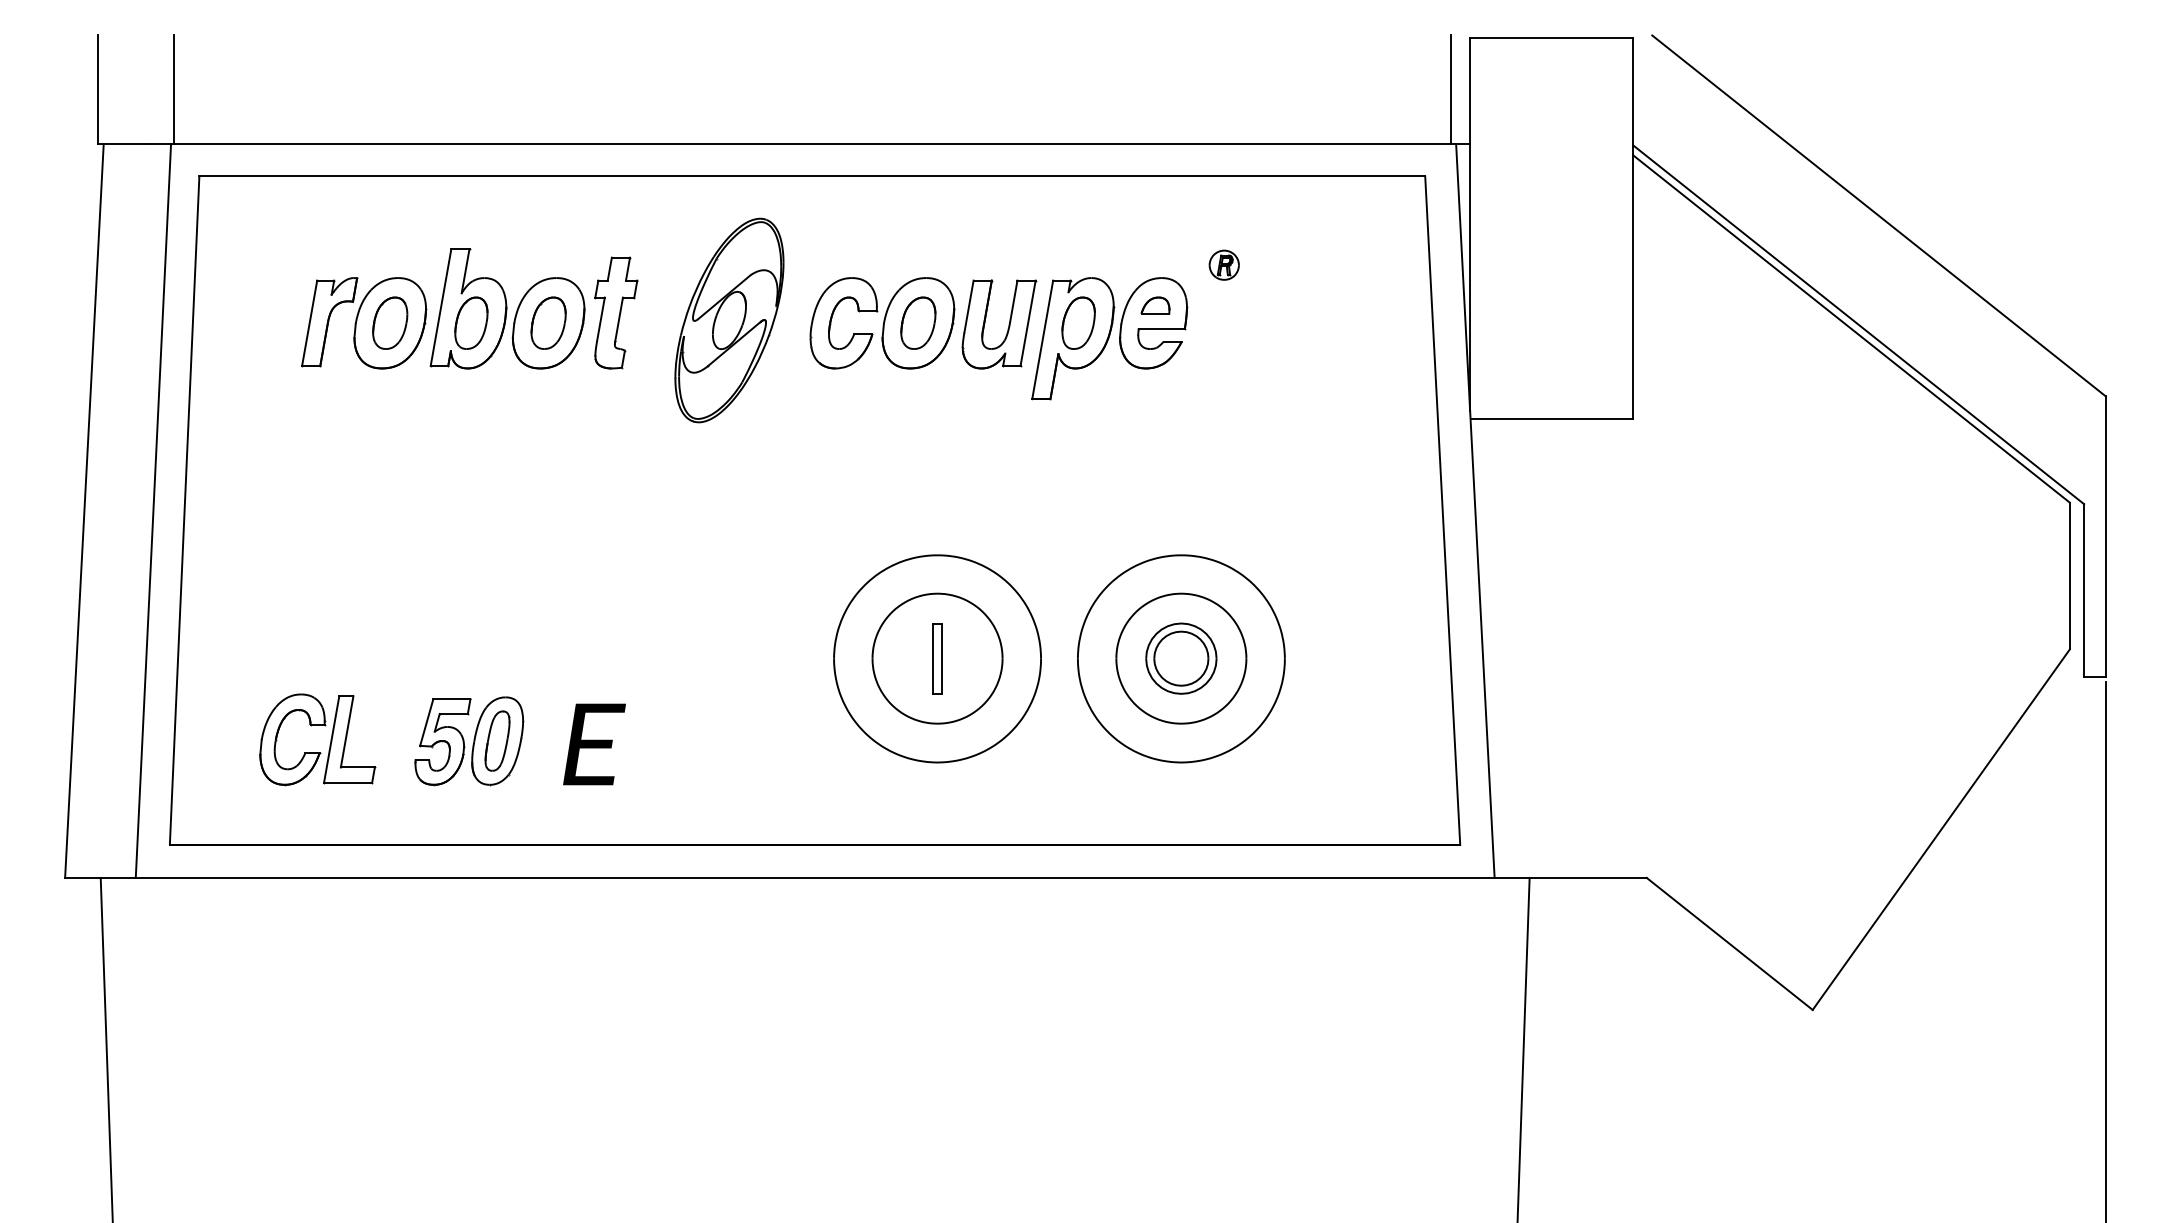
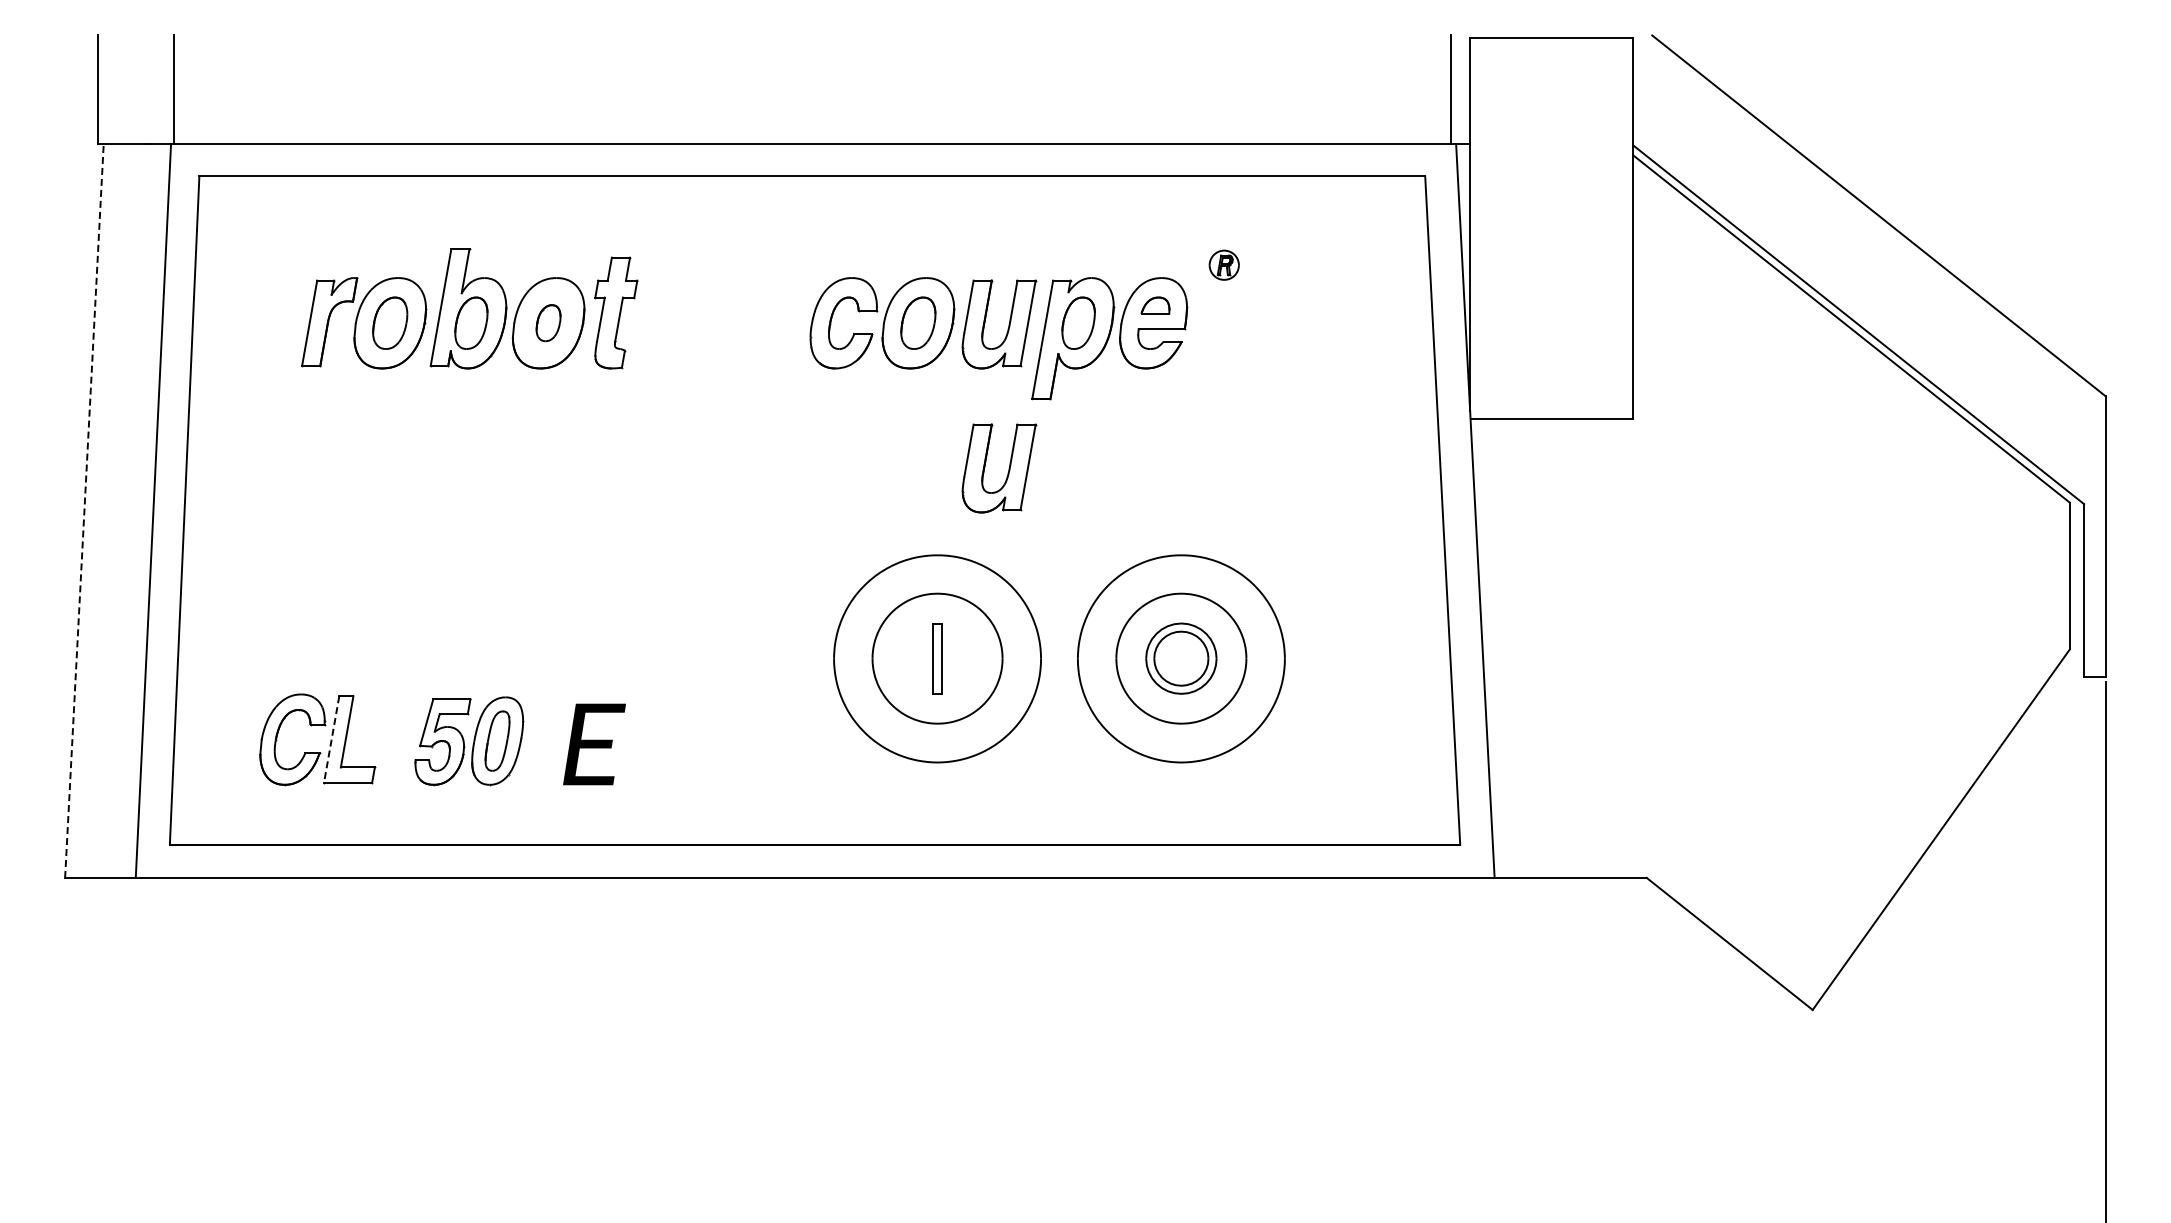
part at (729, 320): present -> none
part at (548, 322) size: 37x54 px -> 27x39 px
part at (1007, 472): none -> present
line at (84, 510): solid -> dashed
line at (331, 740): solid -> dashed
line at (106, 1048): present -> none
line at (1523, 1048): present -> none
